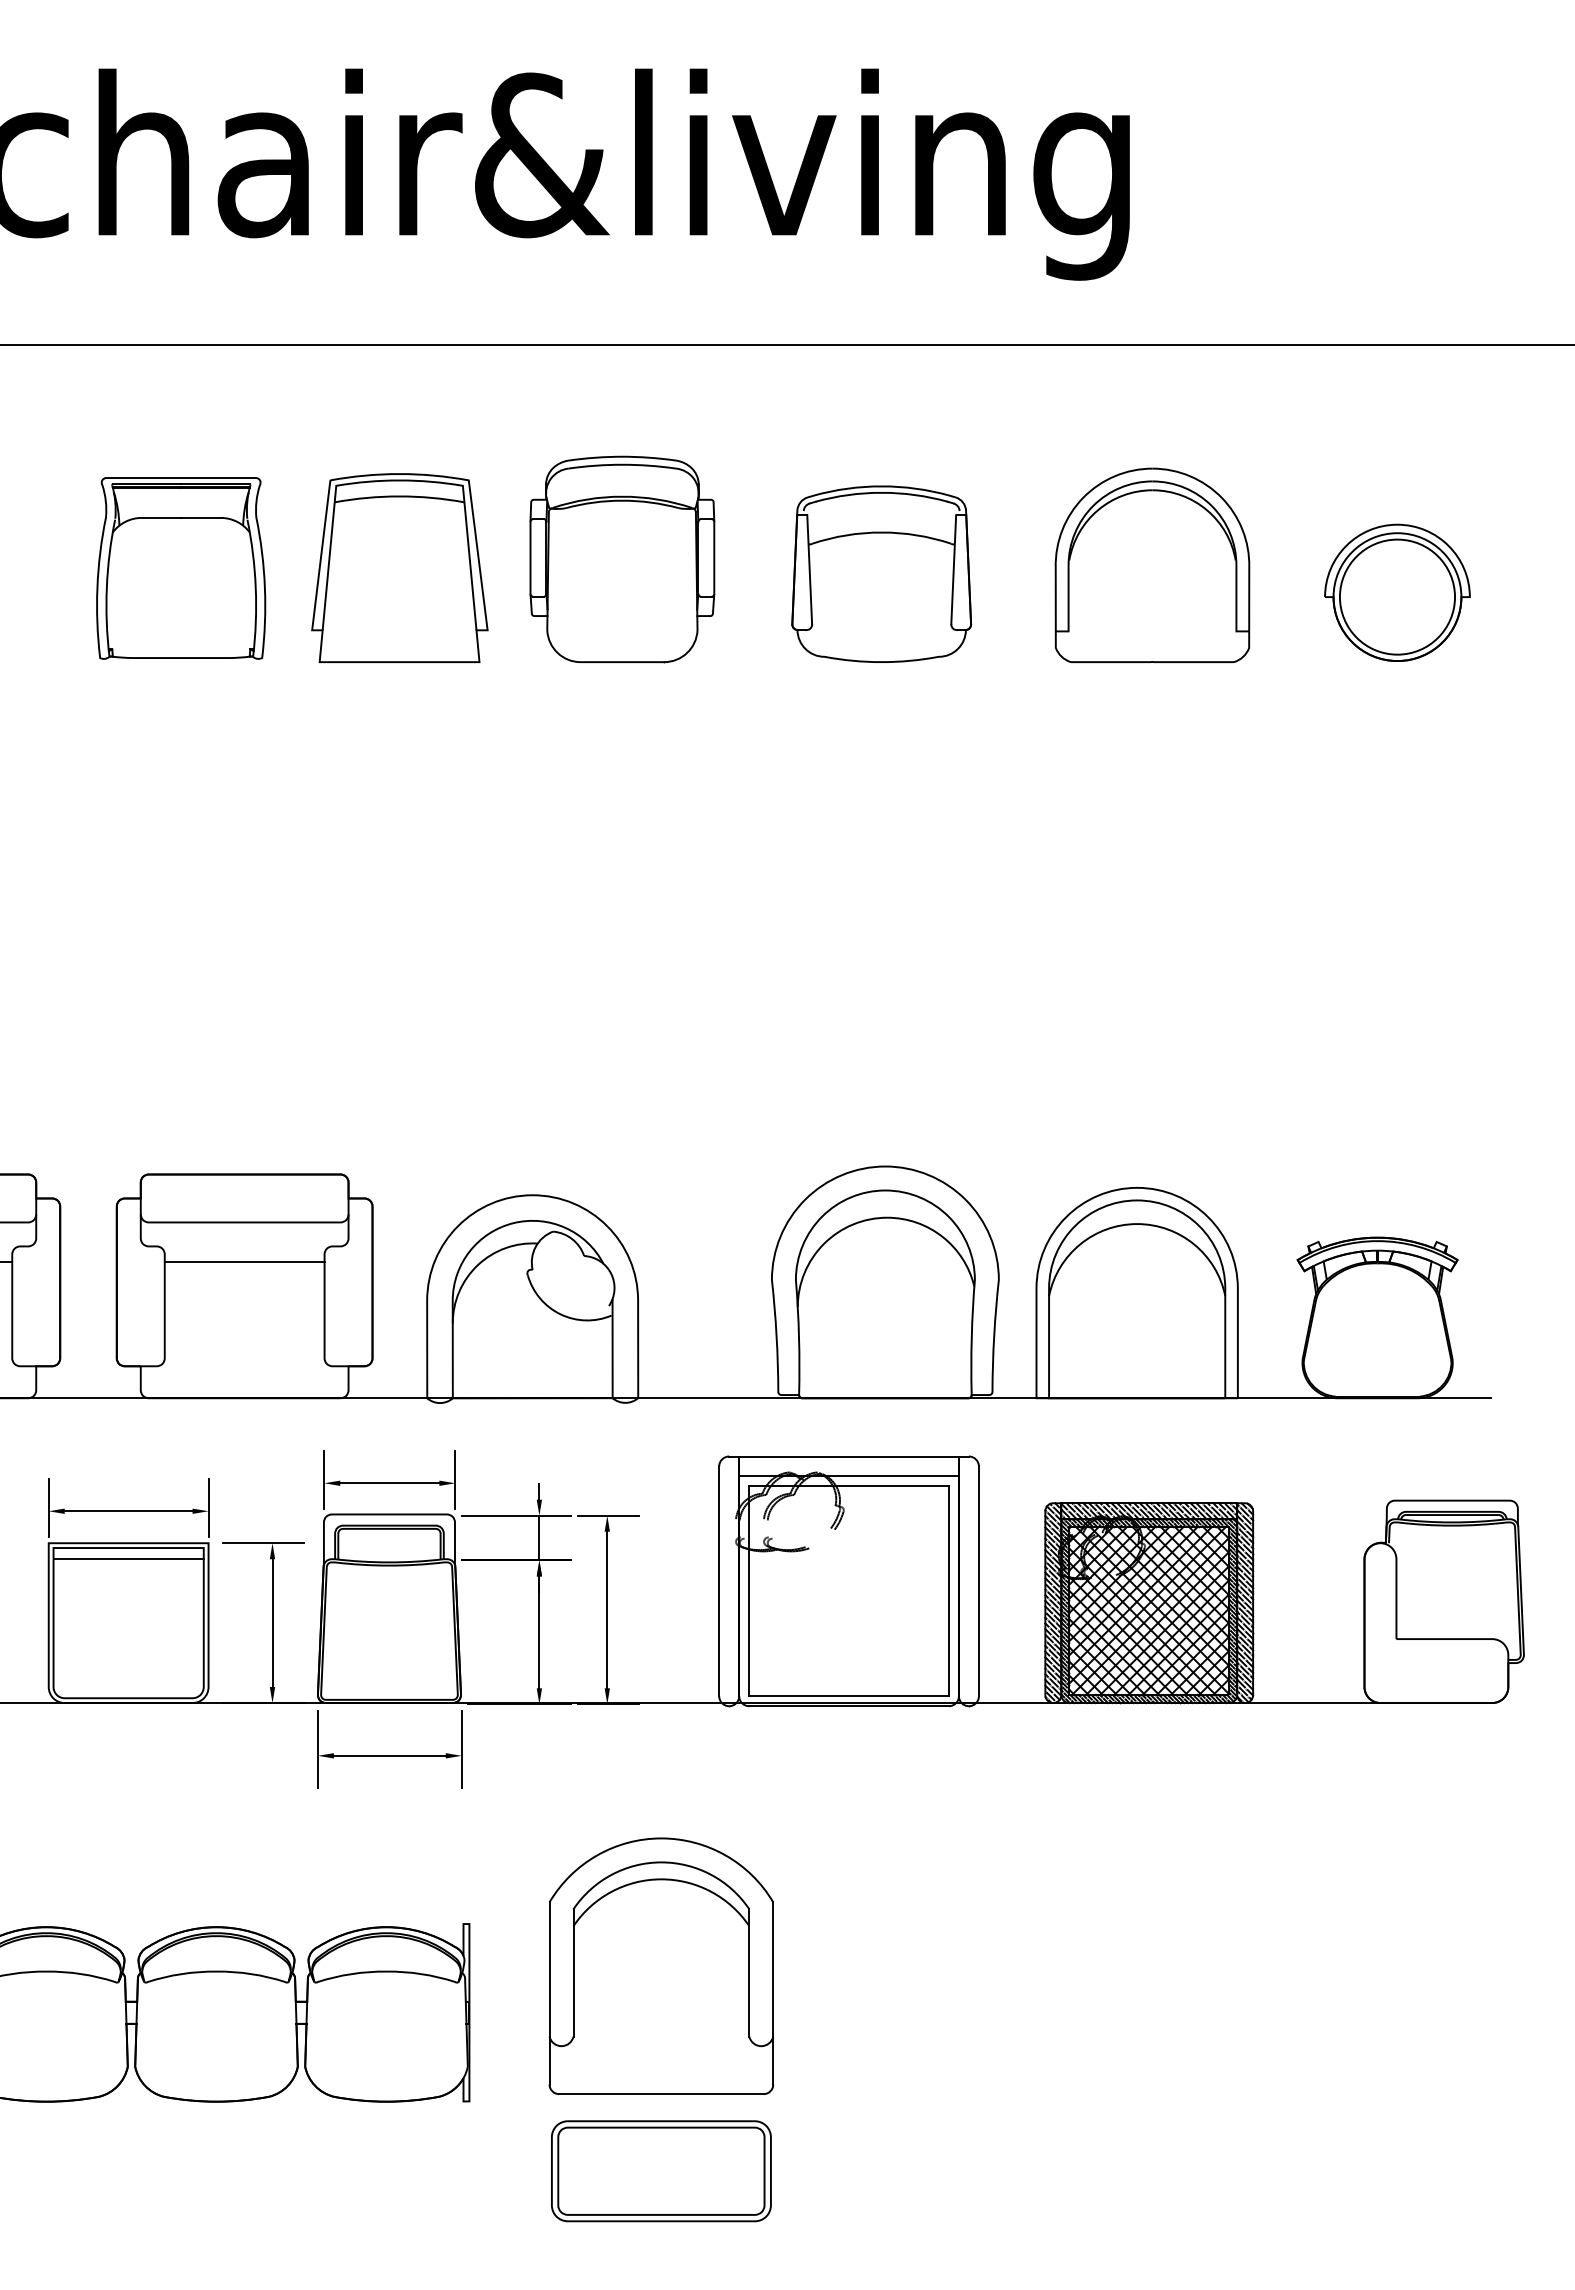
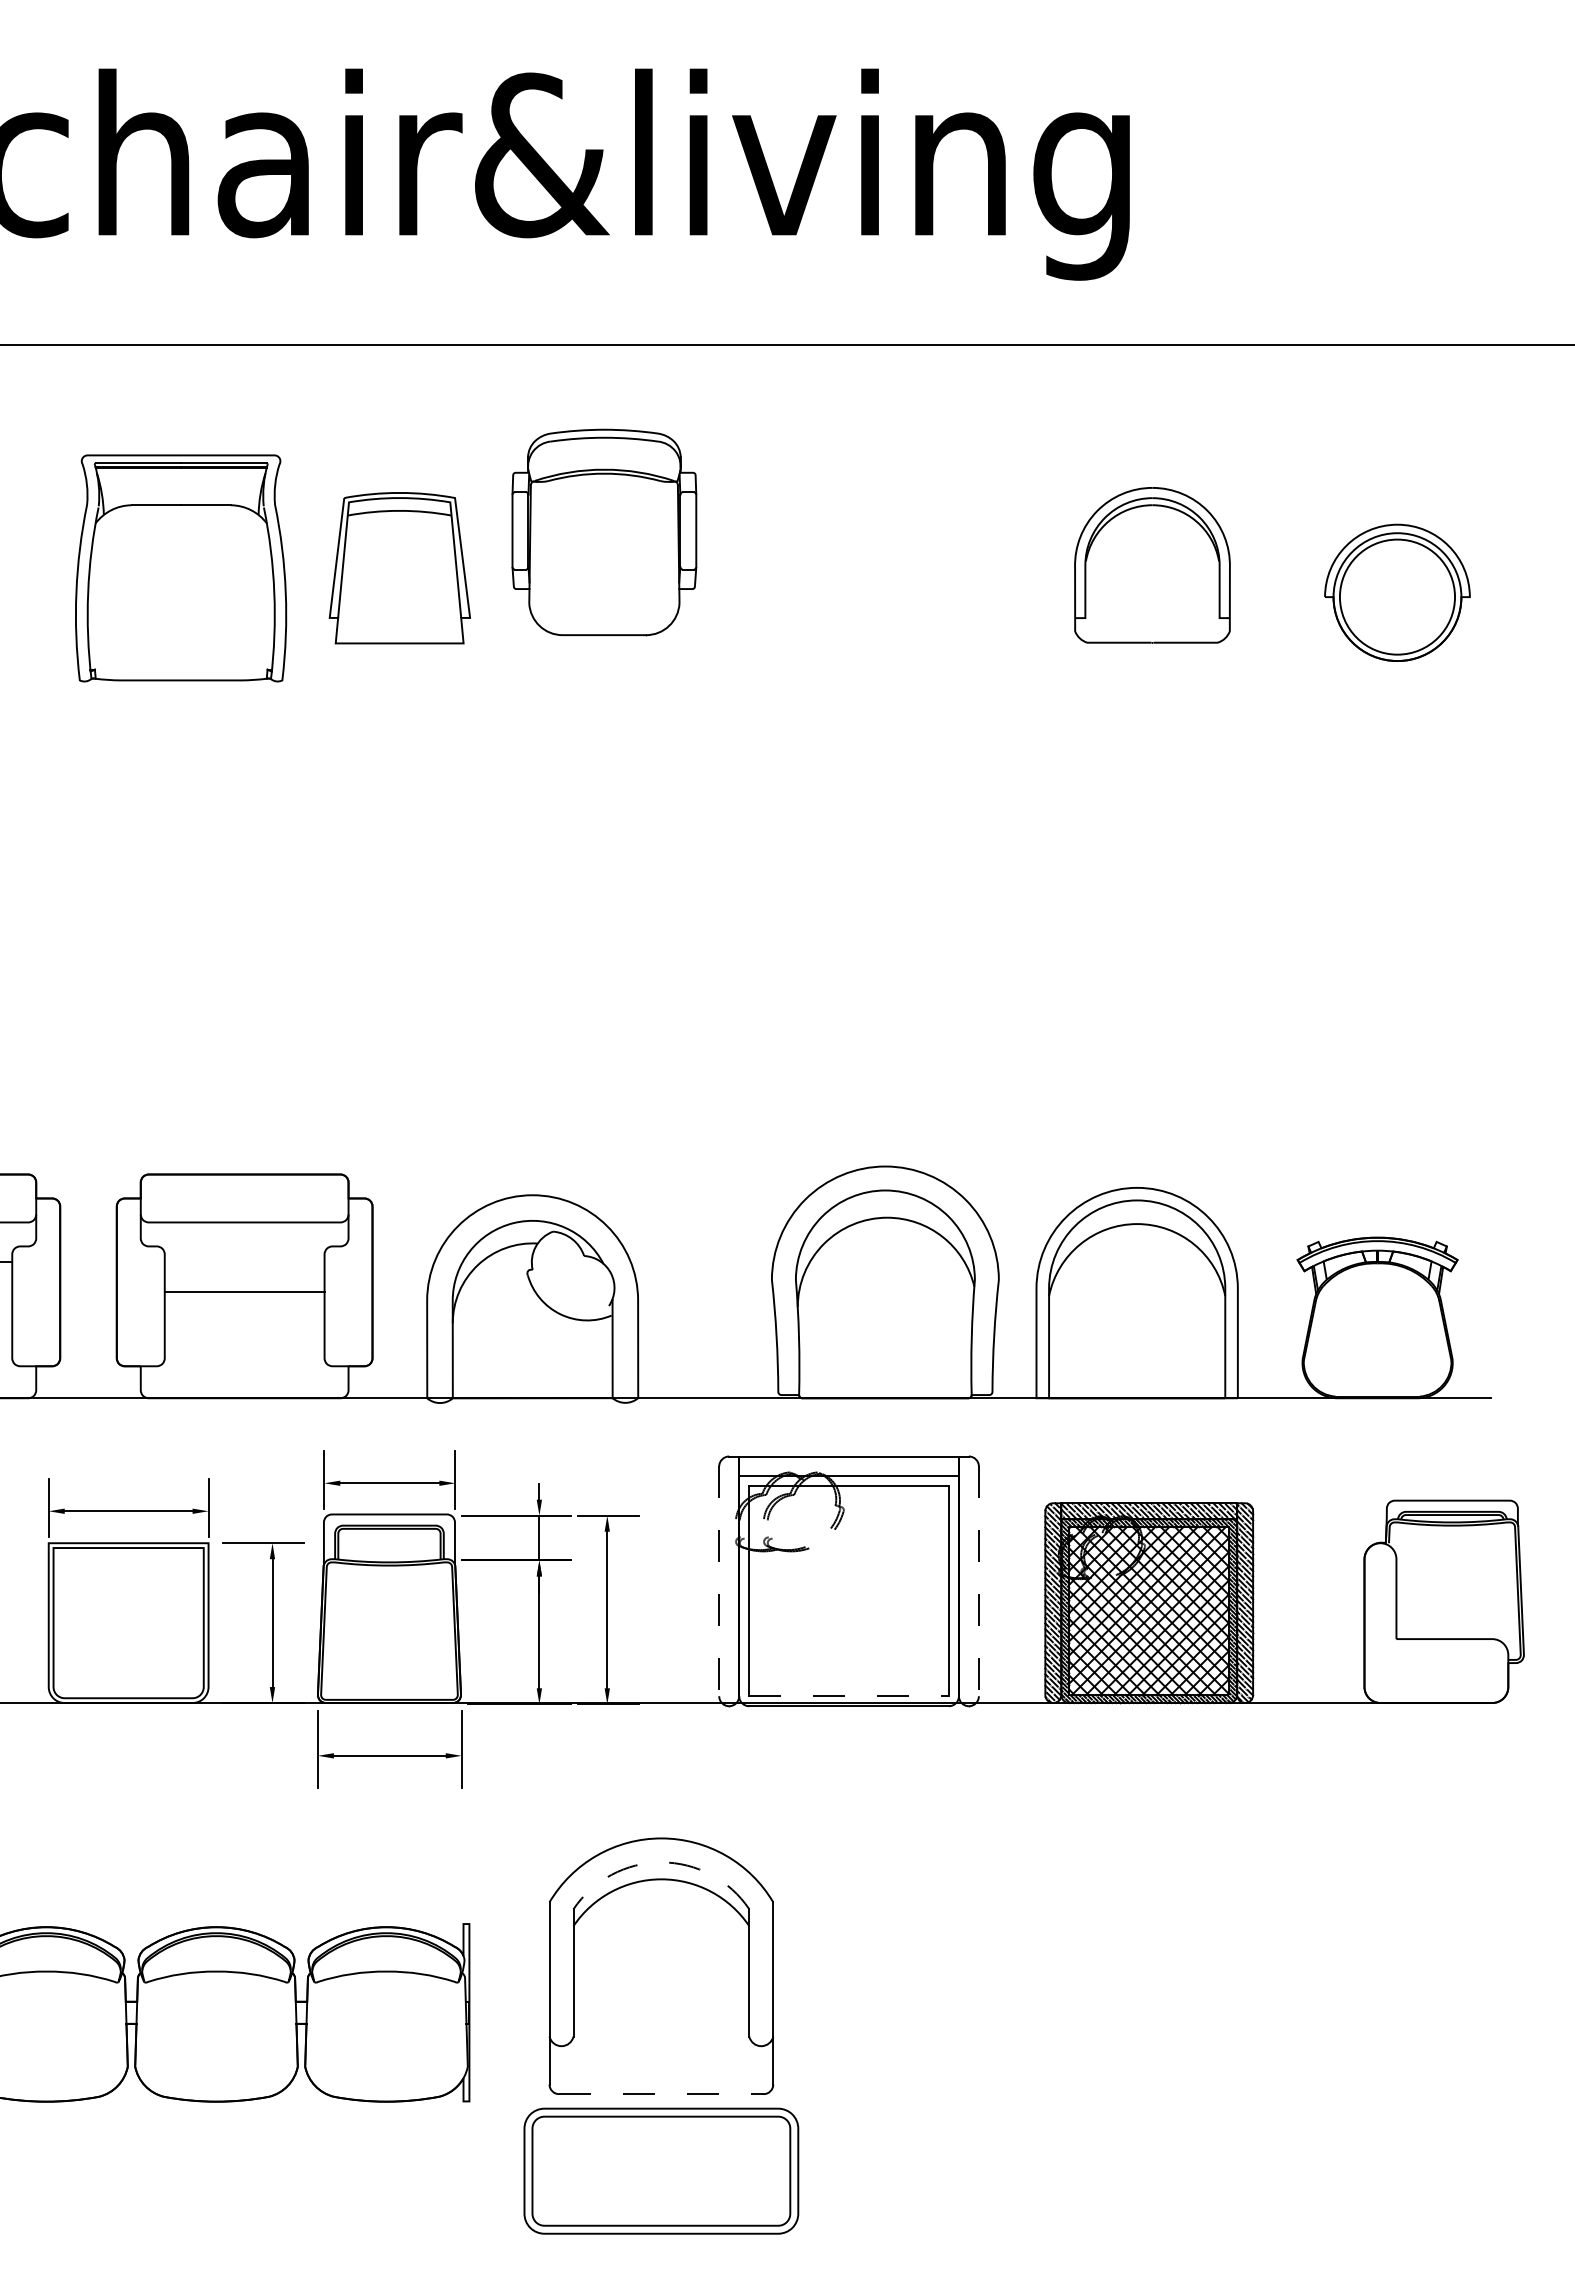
part at (622, 559) position: (622, 559) -> (604, 532)
part at (1152, 564) size: 197x196 px -> 157x157 px
part at (181, 568) size: 171x183 px -> 213x229 px
part at (399, 568) size: 178x191 px -> 144x153 px
part at (881, 573): present -> none
line at (244, 1262) position: (244, 1262) -> (244, 1292)
line at (128, 1559): present -> none
line at (719, 1581): solid -> dashed
line at (978, 1581): solid -> dashed
line at (849, 1696): solid -> dashed
arc at (661, 1862): solid -> dashed
line at (661, 2094): solid -> dashed
part at (661, 2171) size: 221x103 px -> 277x128 px
